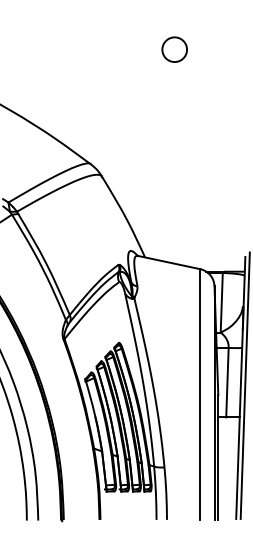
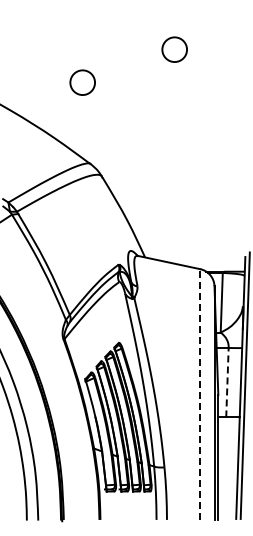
circle at (82, 82): none -> present
line at (227, 382): solid -> dashed
line at (200, 394): solid -> dashed
